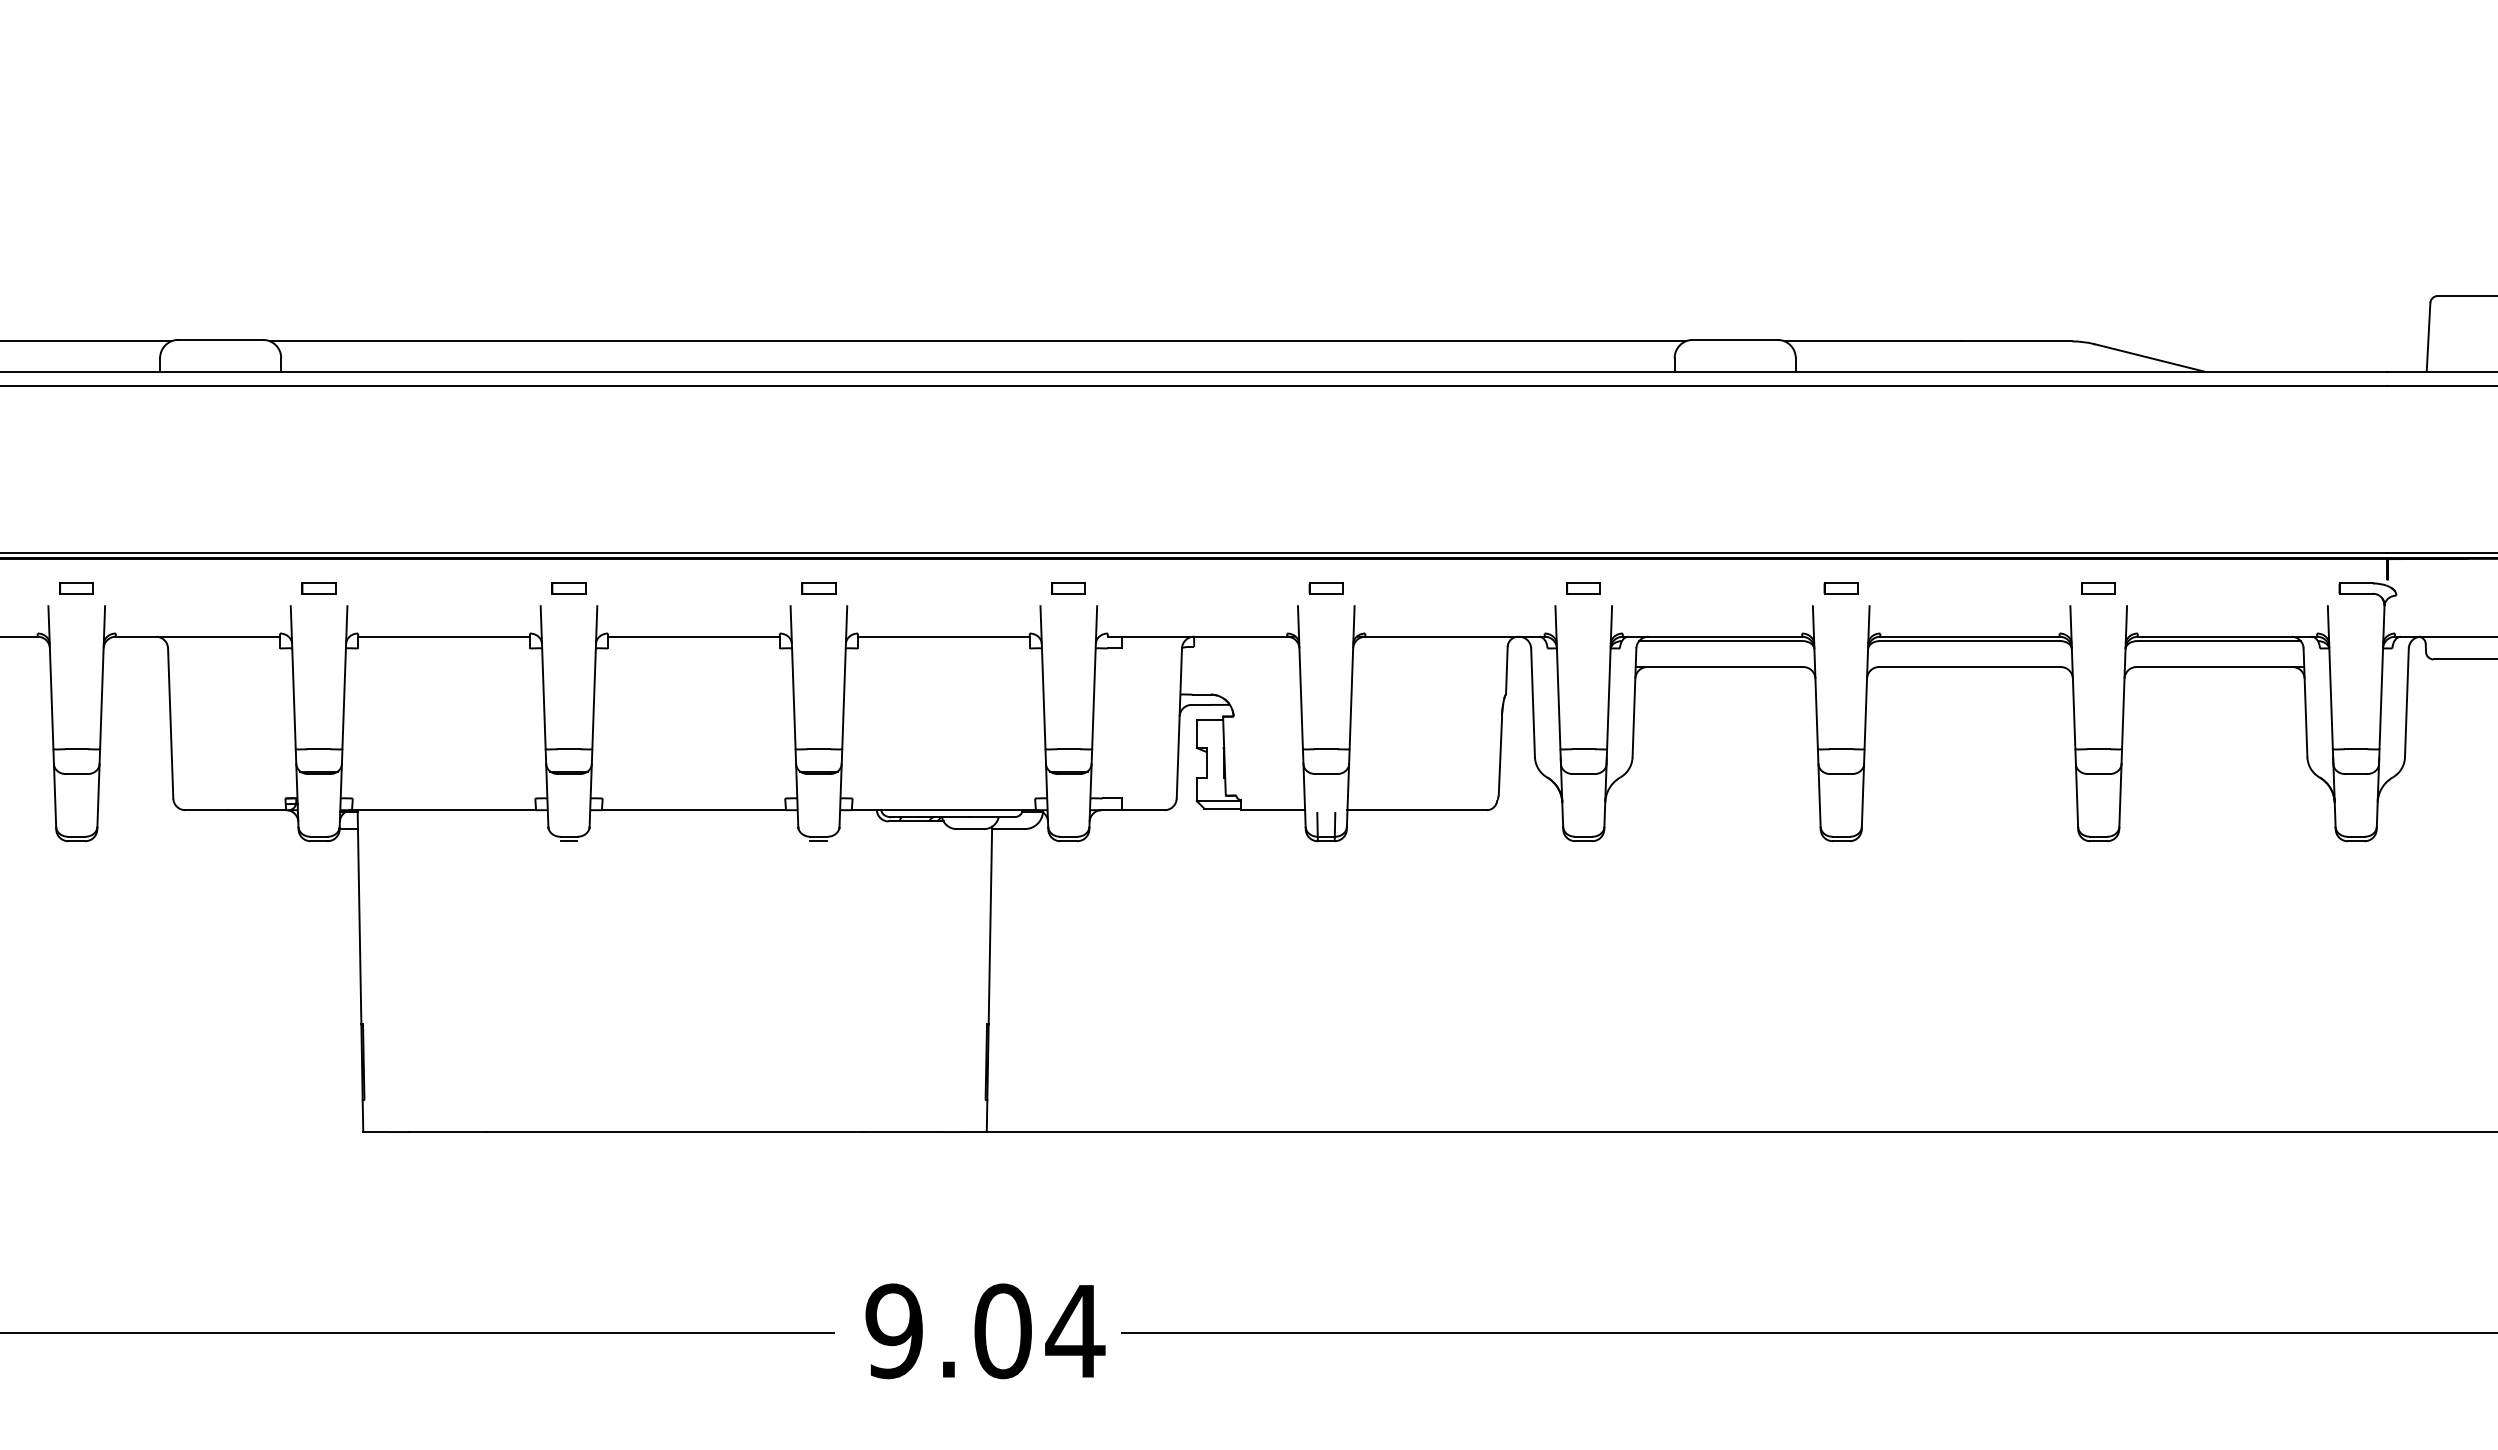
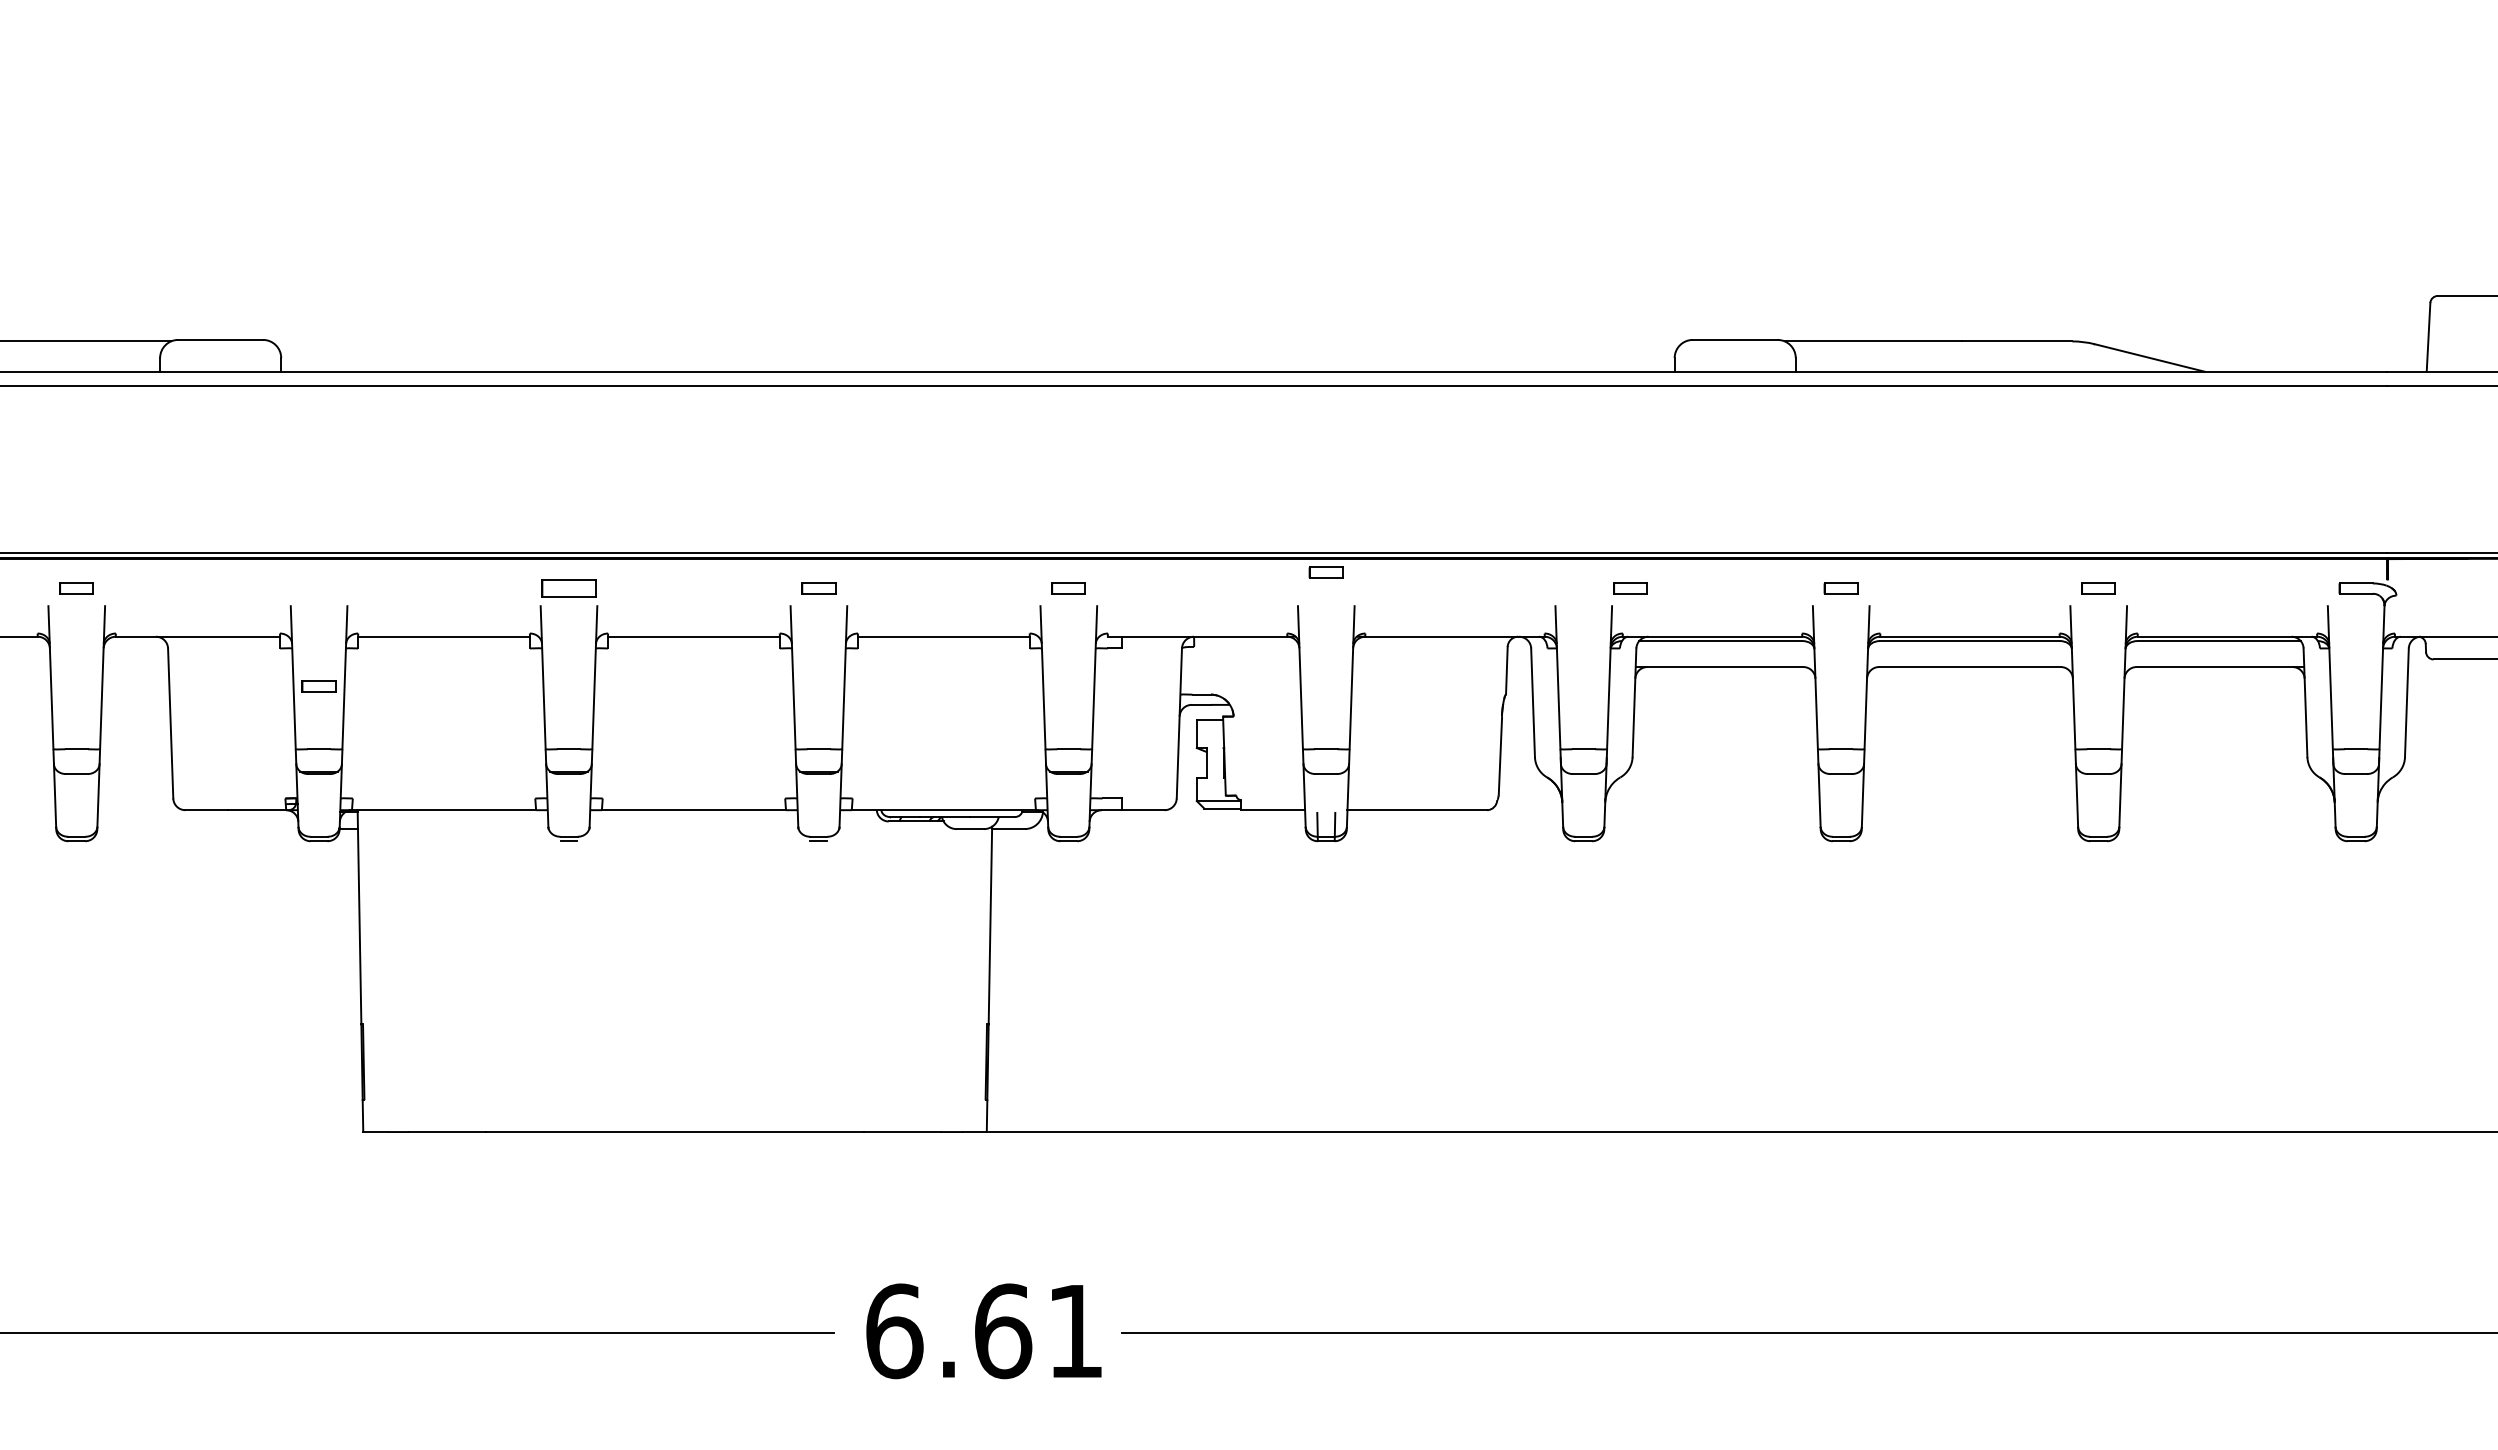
line at (977, 341): present -> none
part at (318, 588) position: (318, 588) -> (318, 686)
part at (568, 588) size: 36x13 px -> 56x19 px
part at (1325, 588) position: (1325, 588) -> (1325, 572)
part at (1583, 588) position: (1583, 588) -> (1630, 588)
text at (985, 1331): 9.04 -> 6.61
